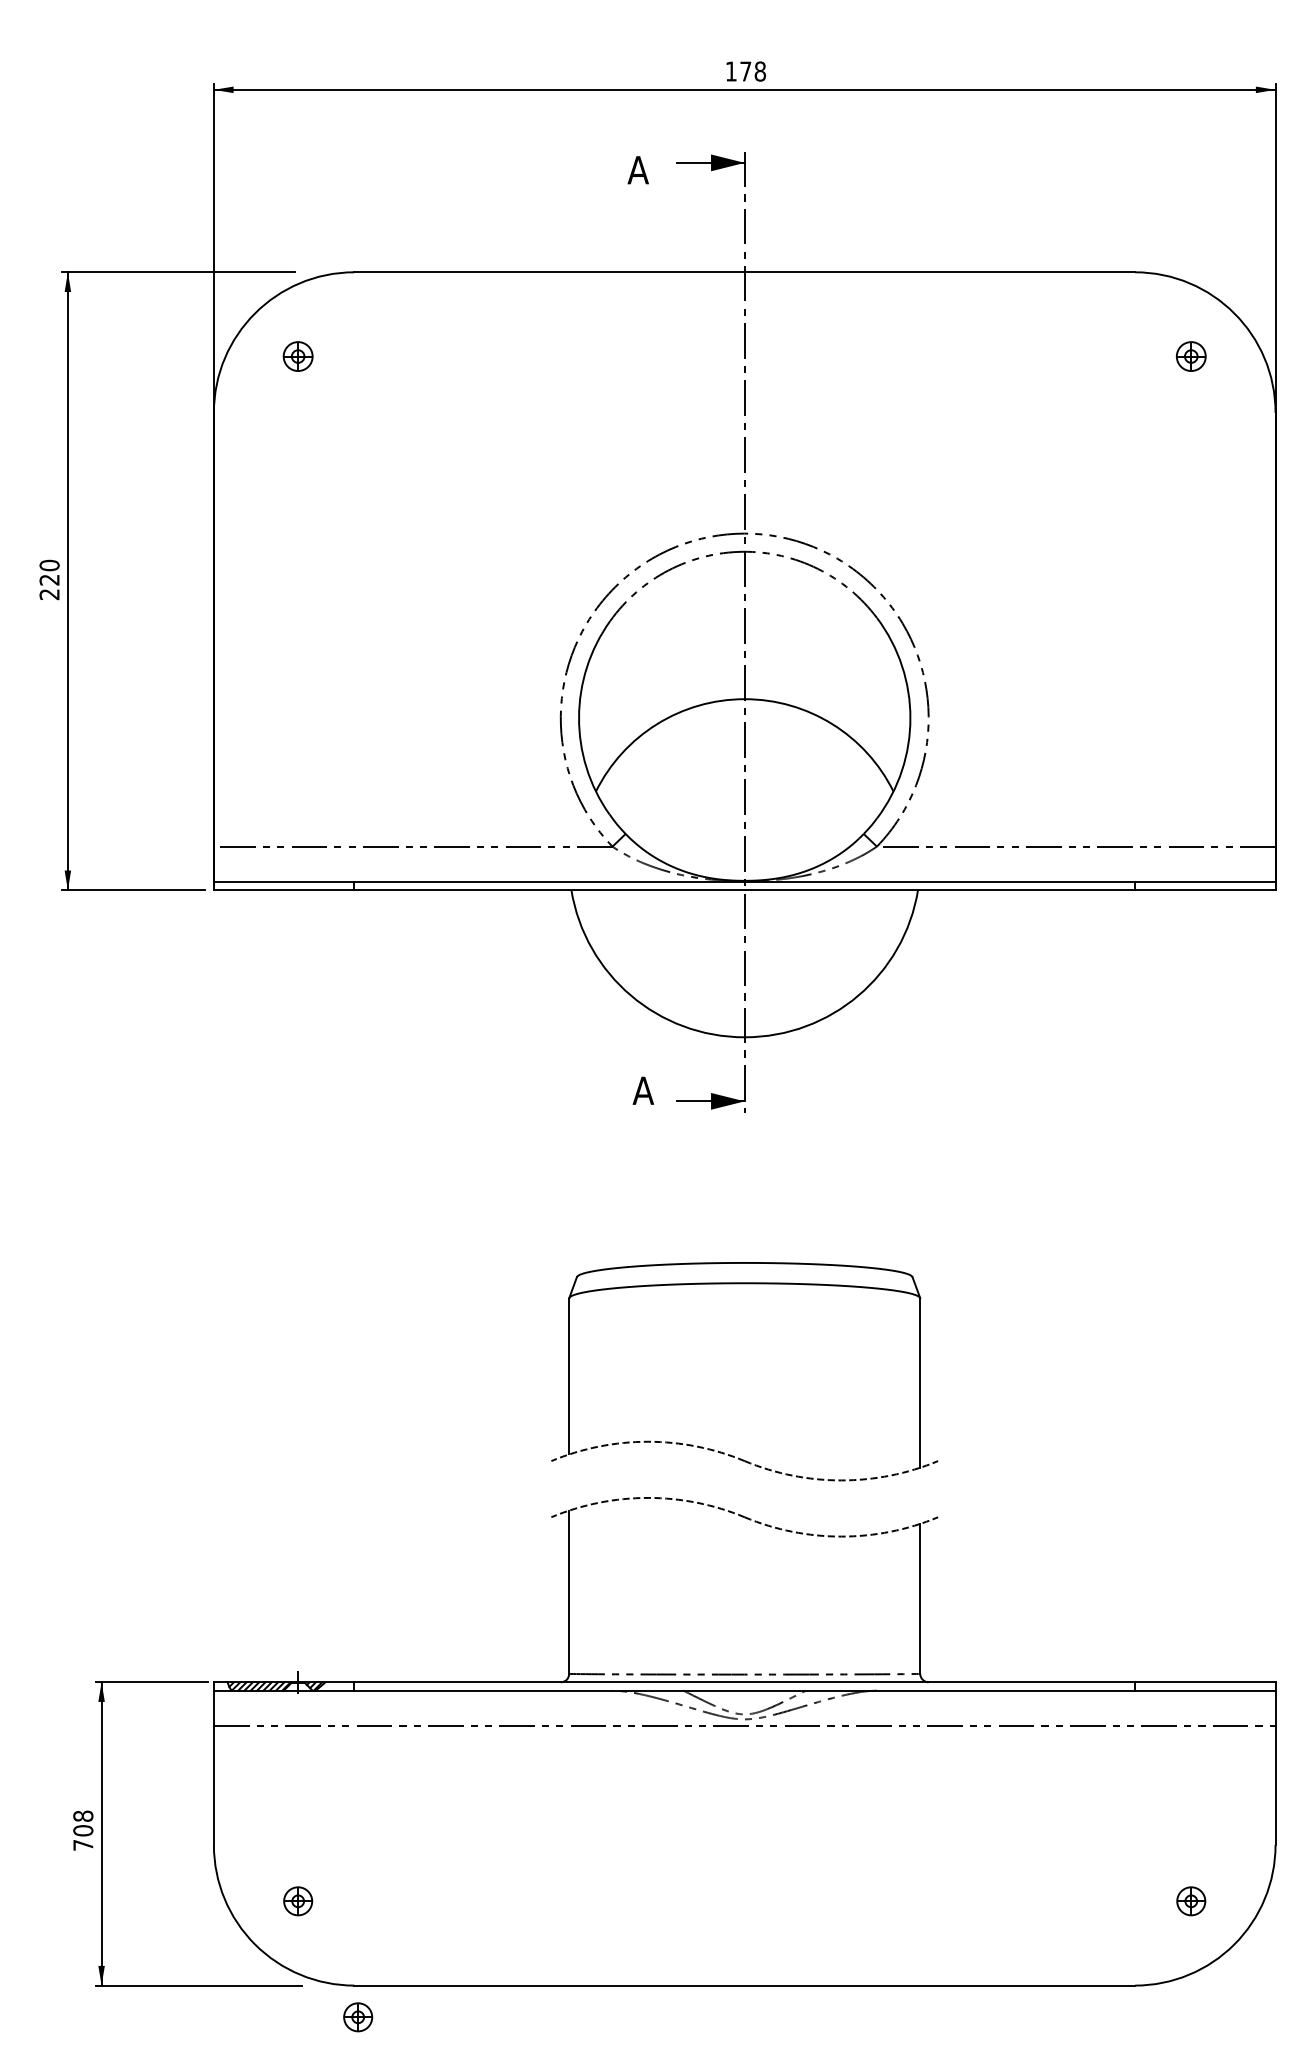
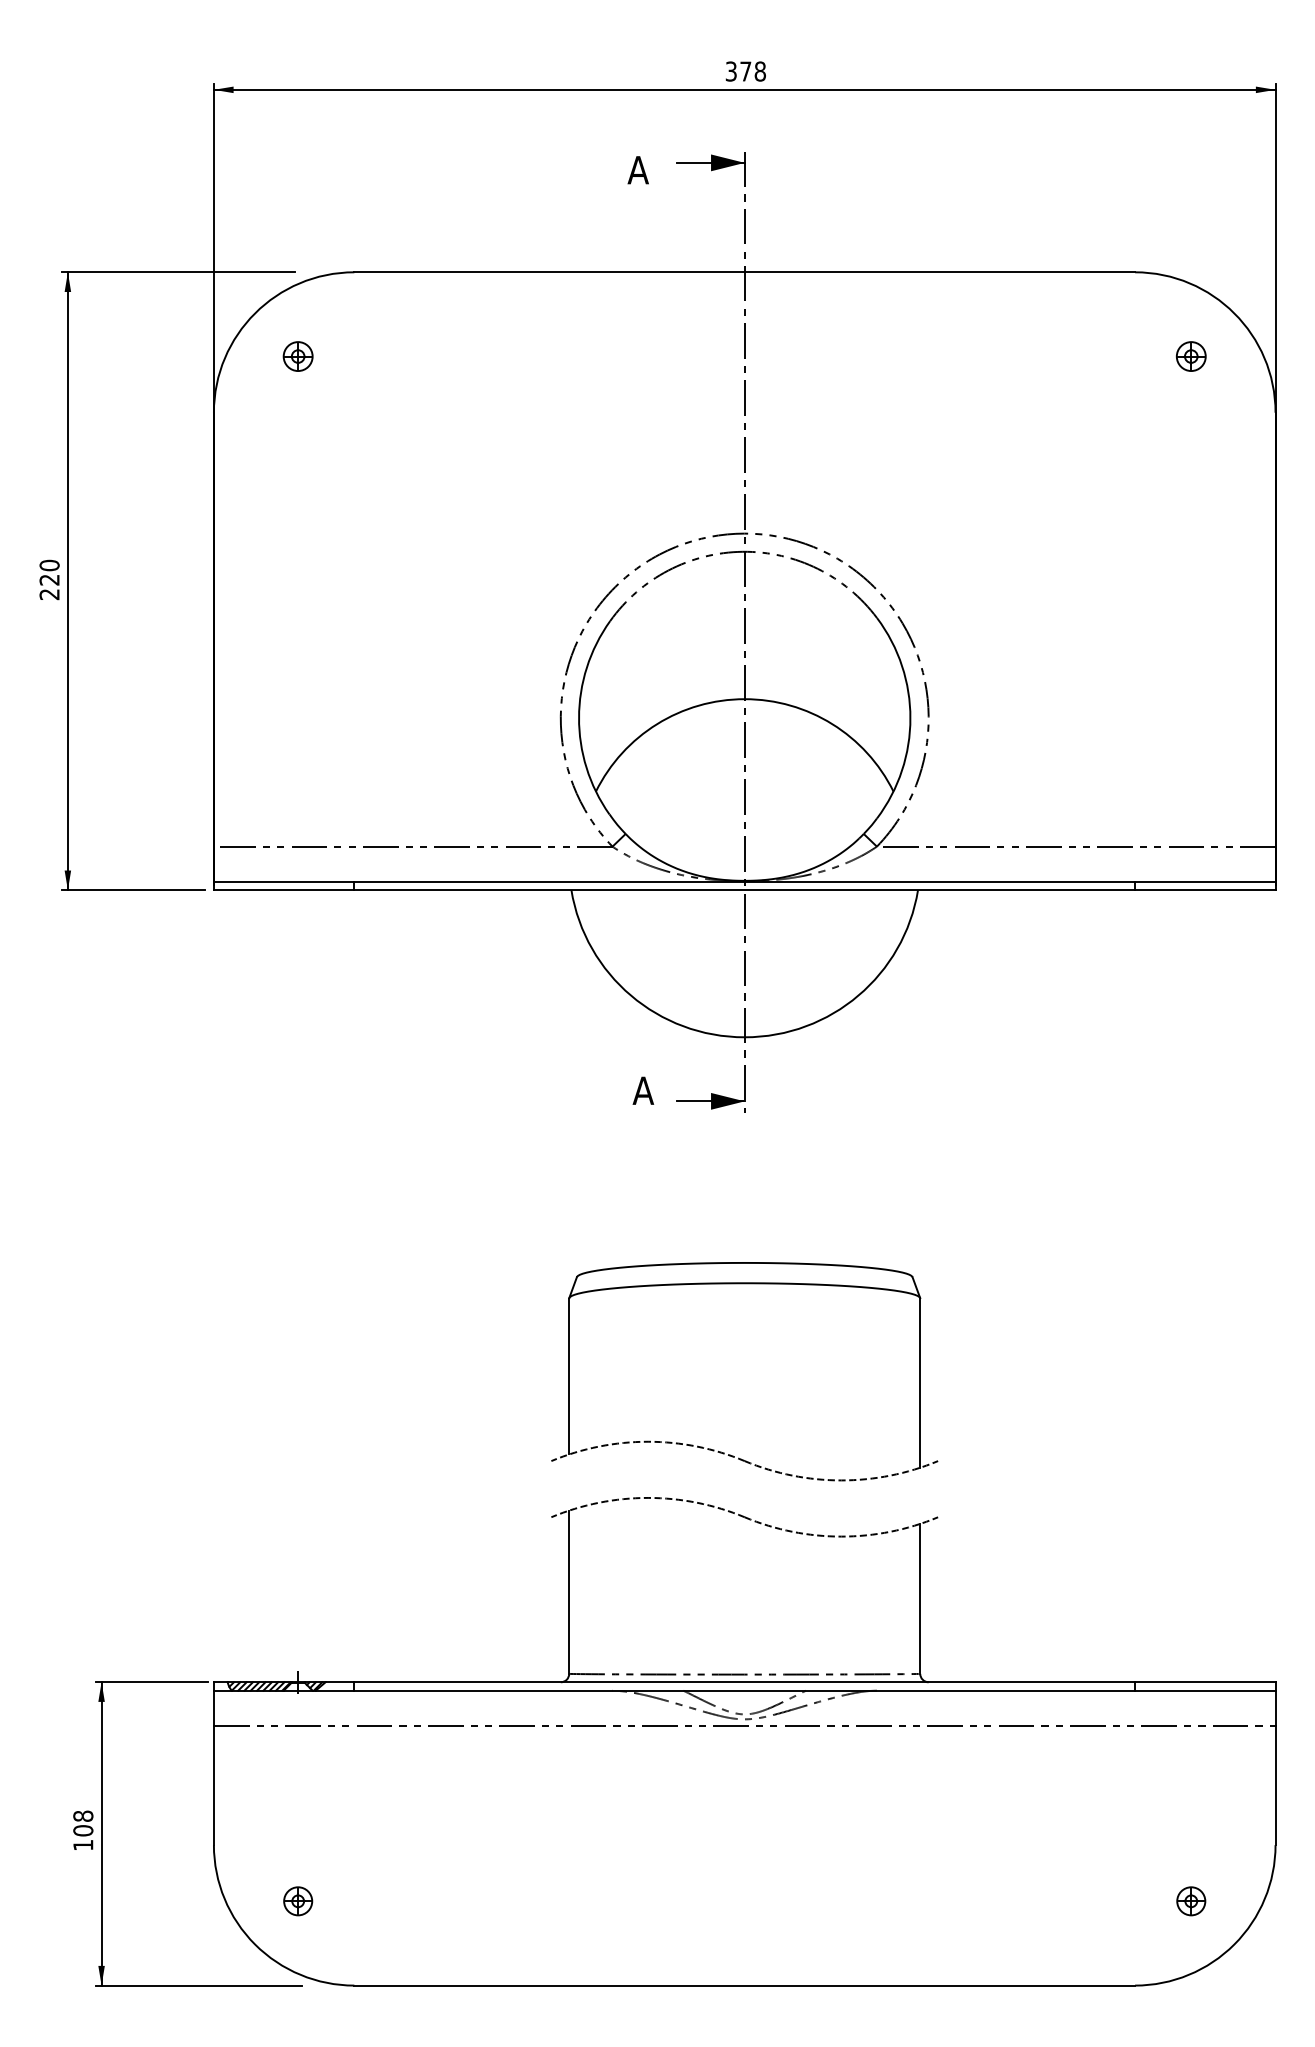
text at (730, 71): 178 -> 378
text at (83, 1845): 708 -> 108
part at (358, 2017): present -> none
